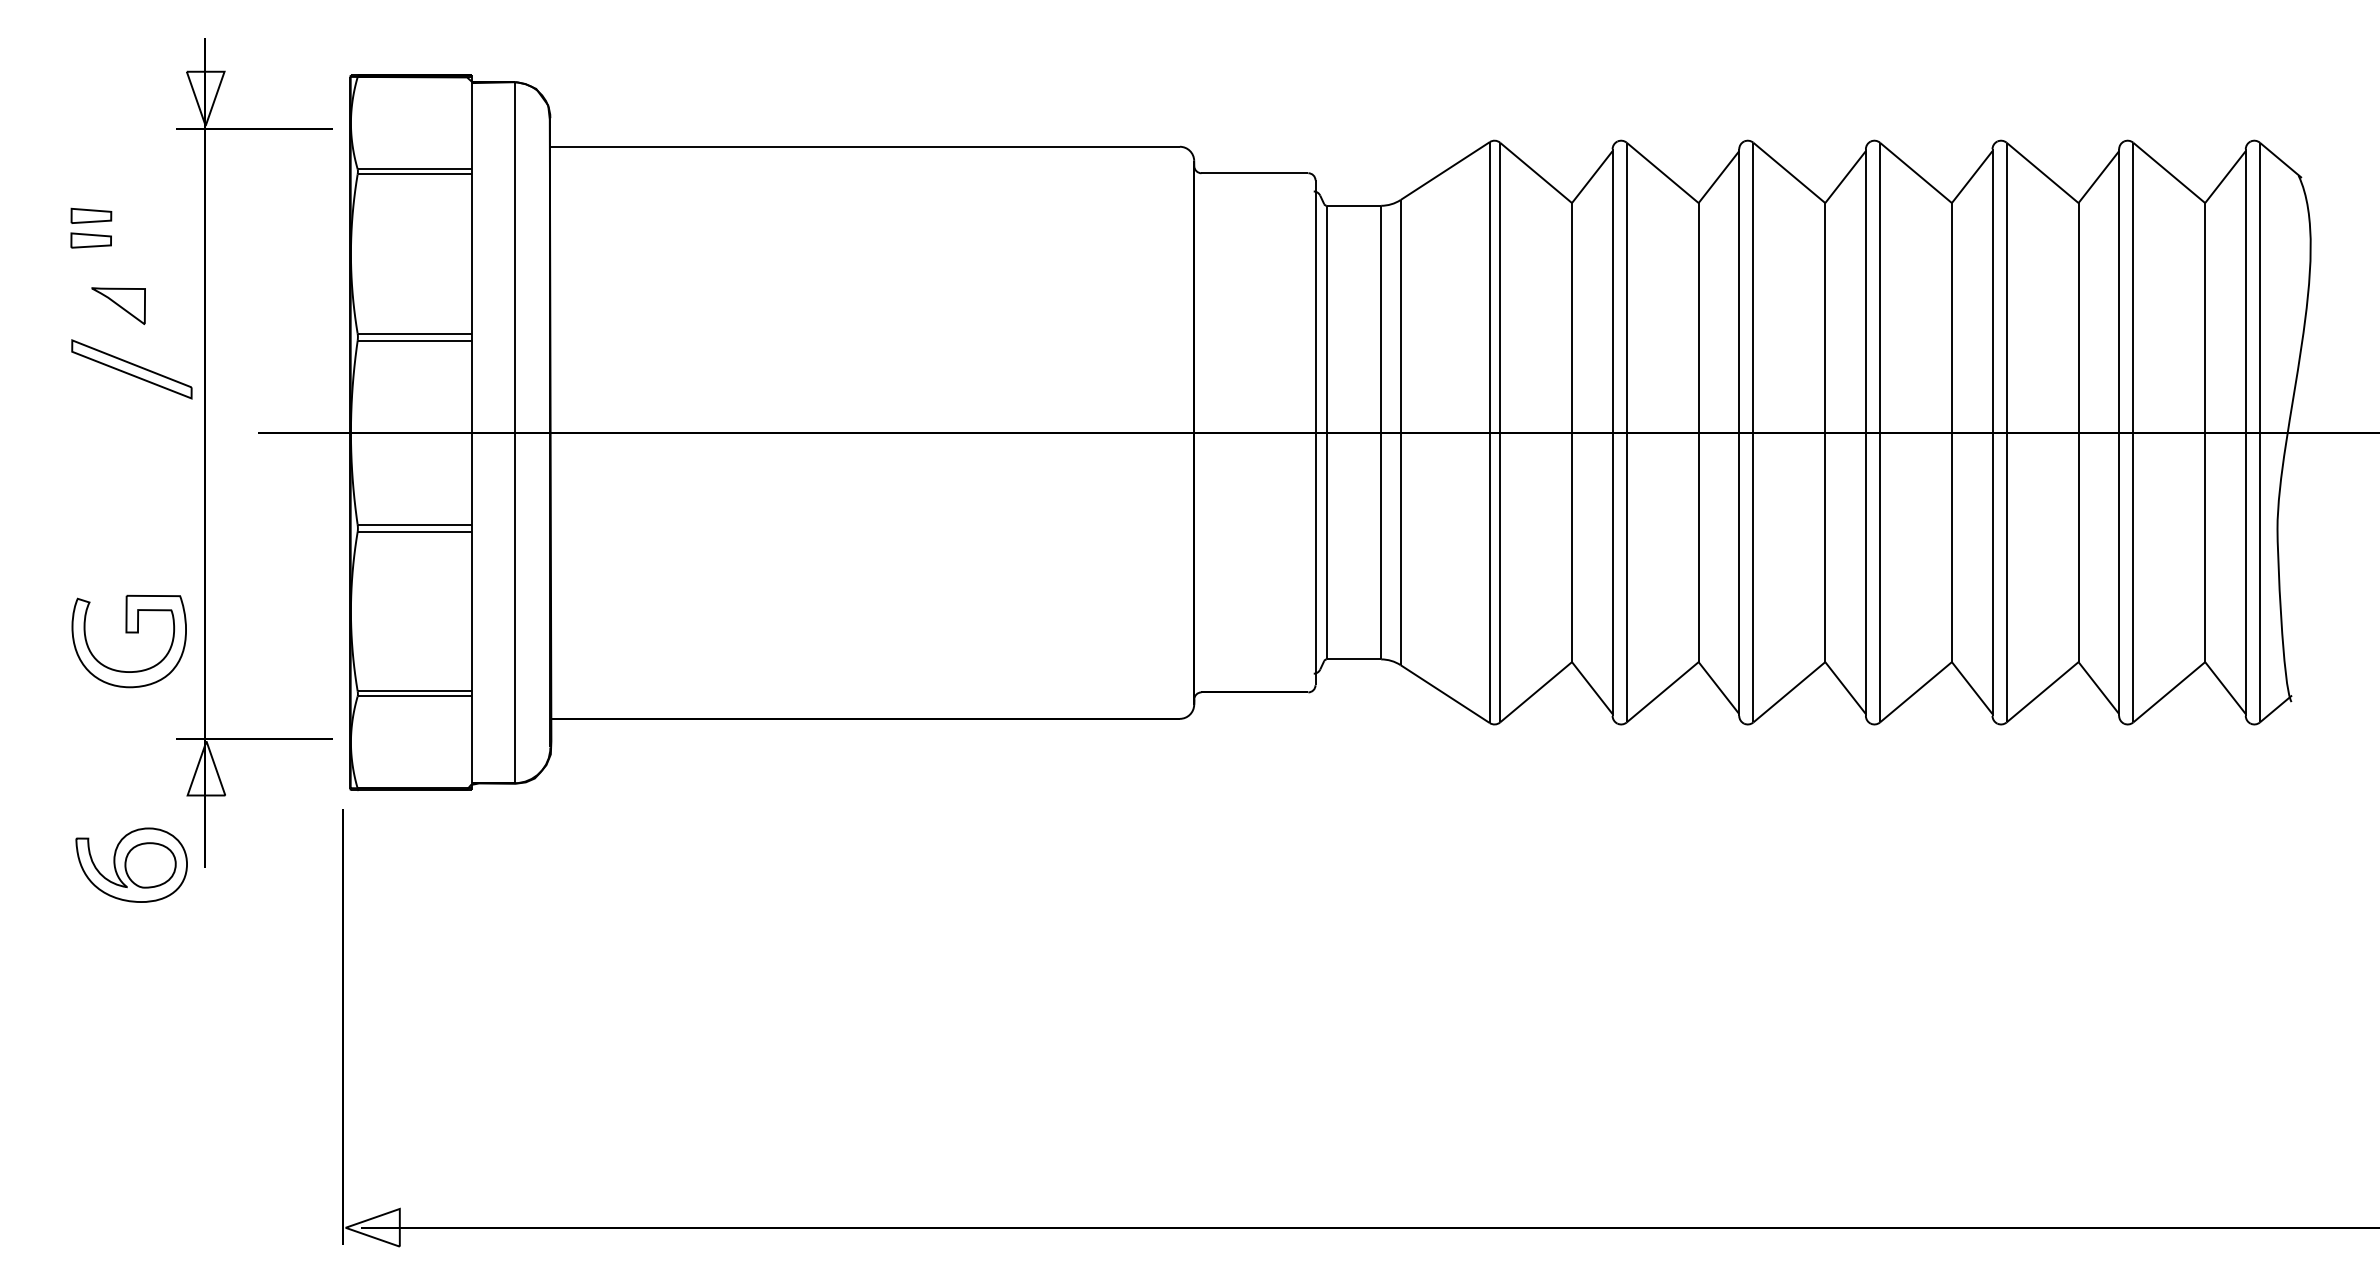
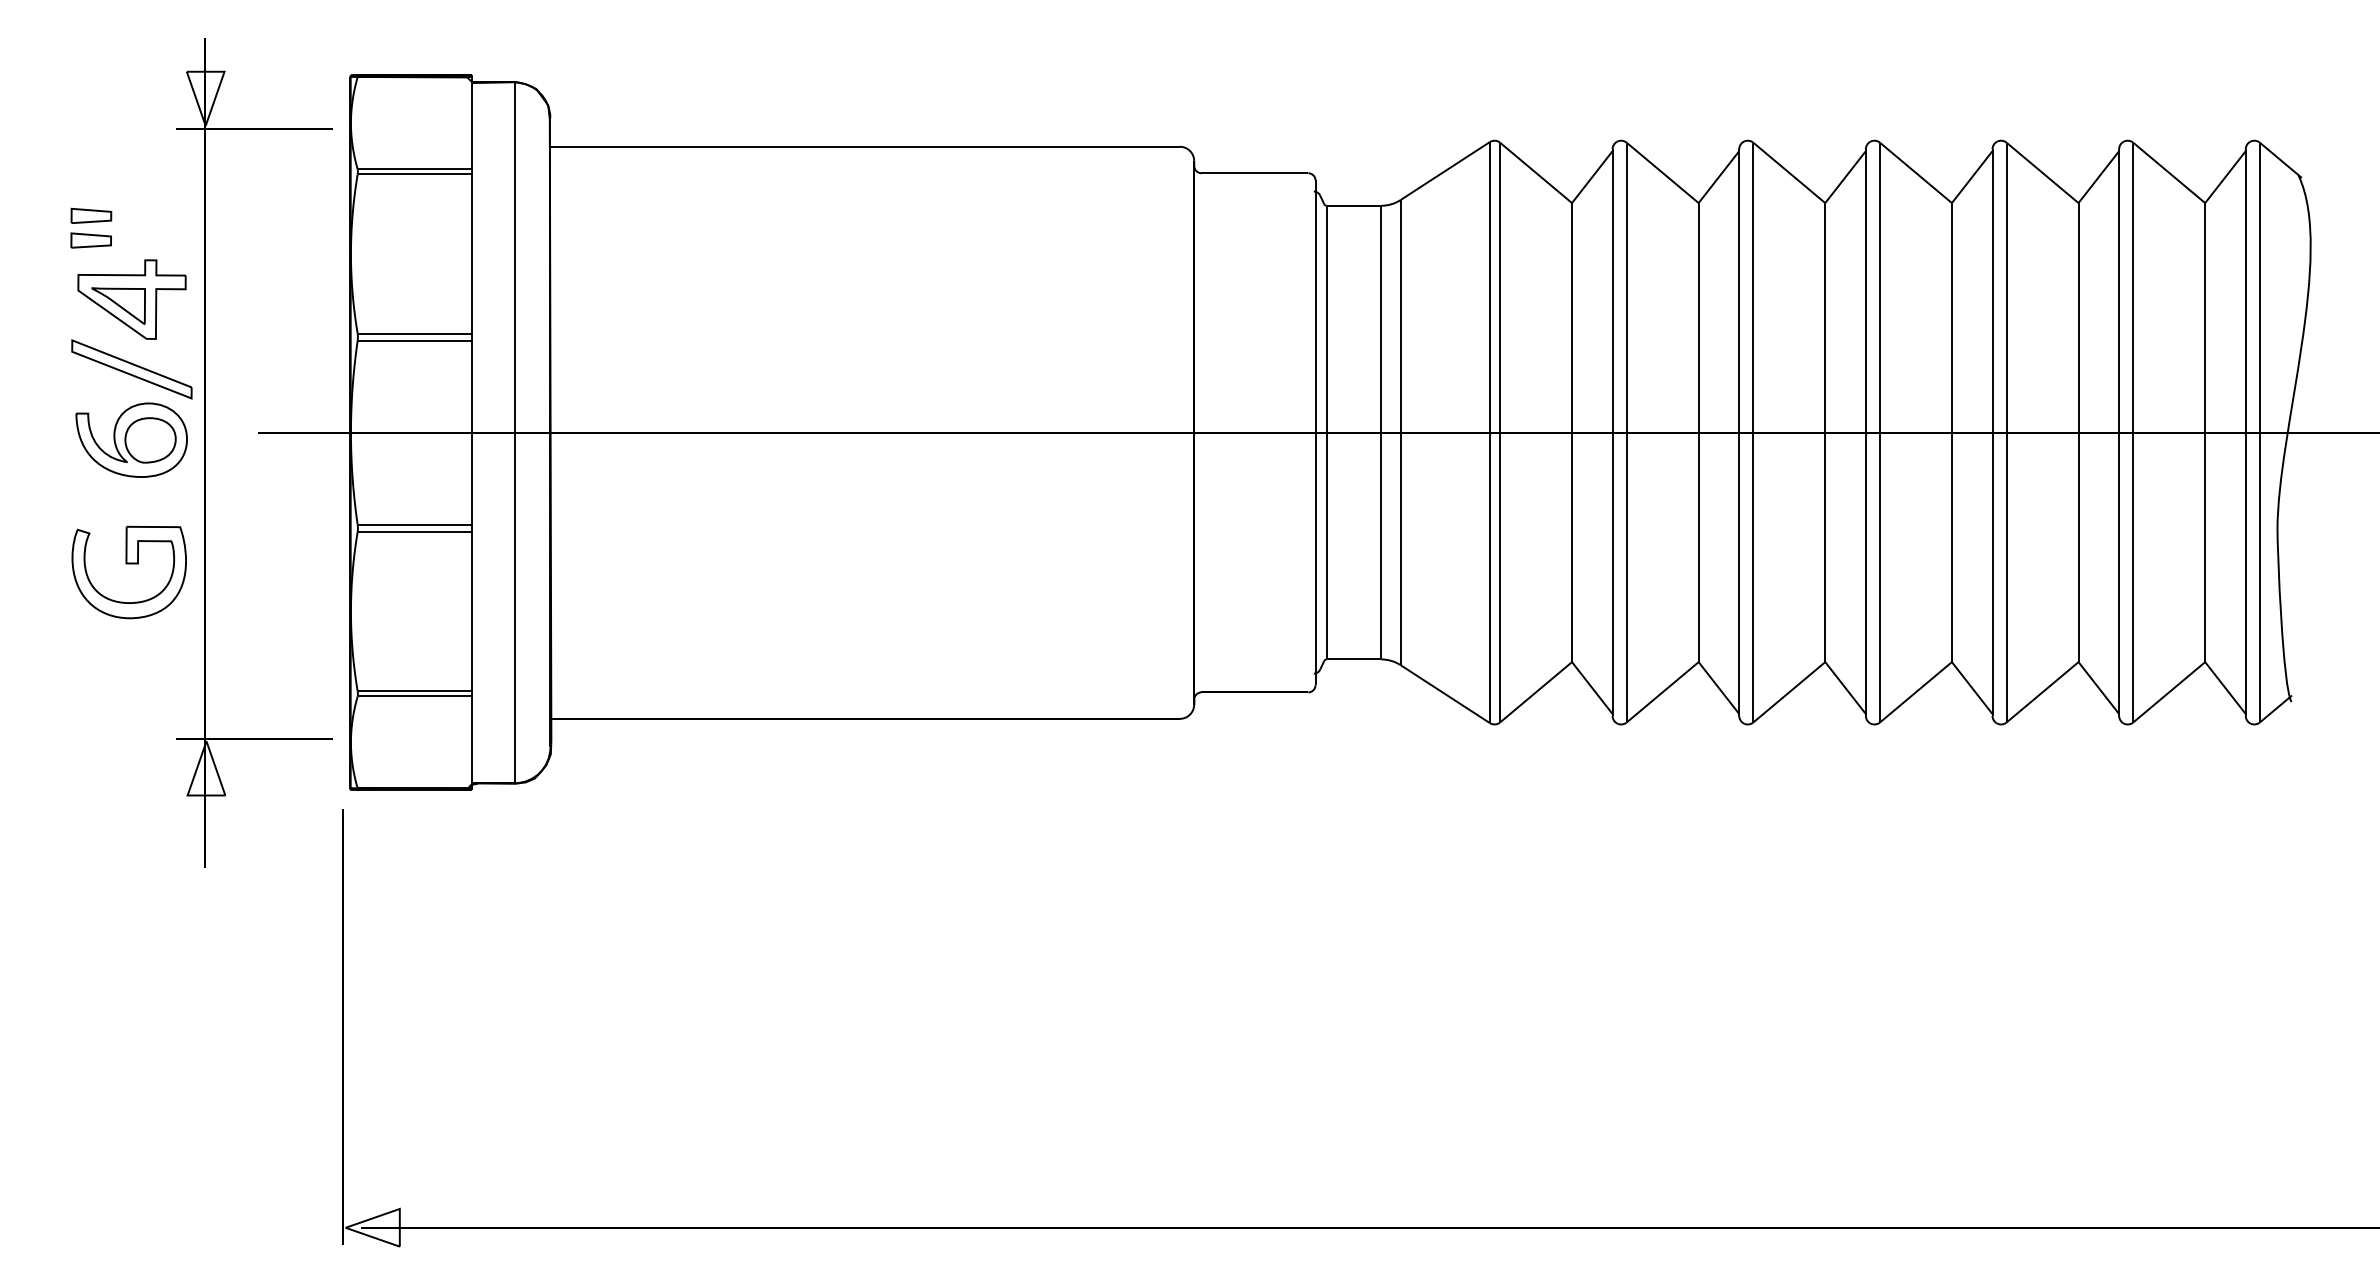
part at (131, 299): none -> present
part at (128, 633) position: (128, 633) -> (128, 564)
part at (131, 864) position: (131, 864) -> (131, 439)
